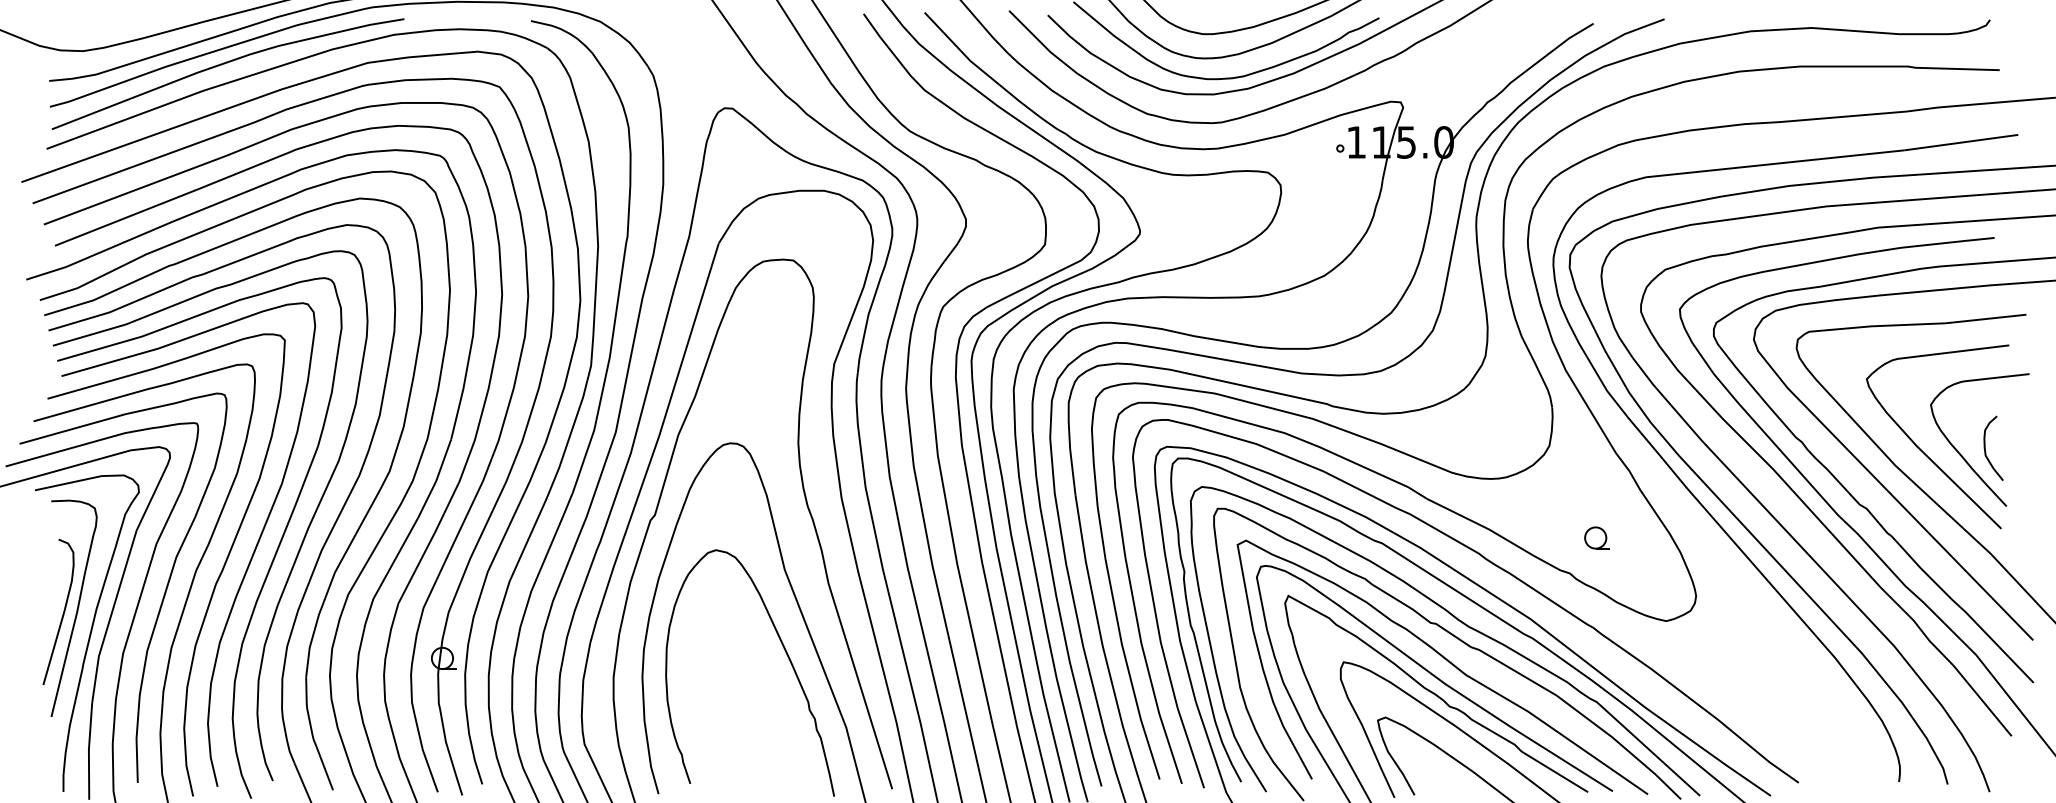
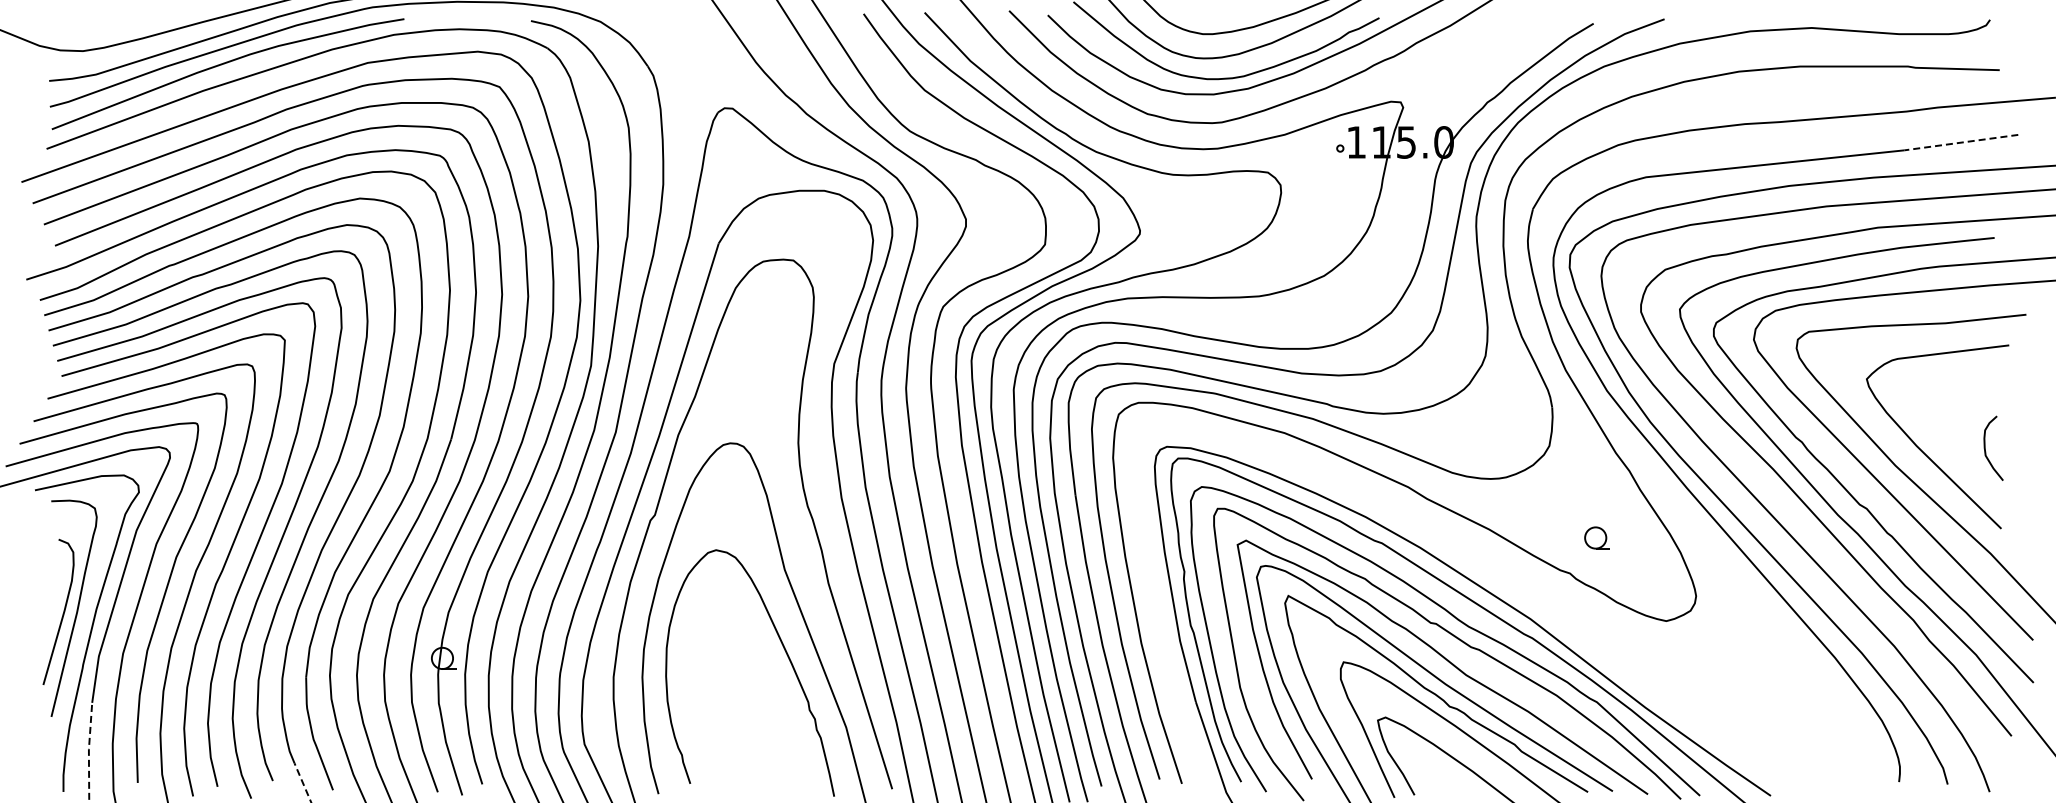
line at (1961, 142): solid -> dashed
curve at (1962, 455): present -> none
curve at (1487, 561): present -> none
line at (88, 749): solid -> dashed
line at (302, 782): solid -> dashed
